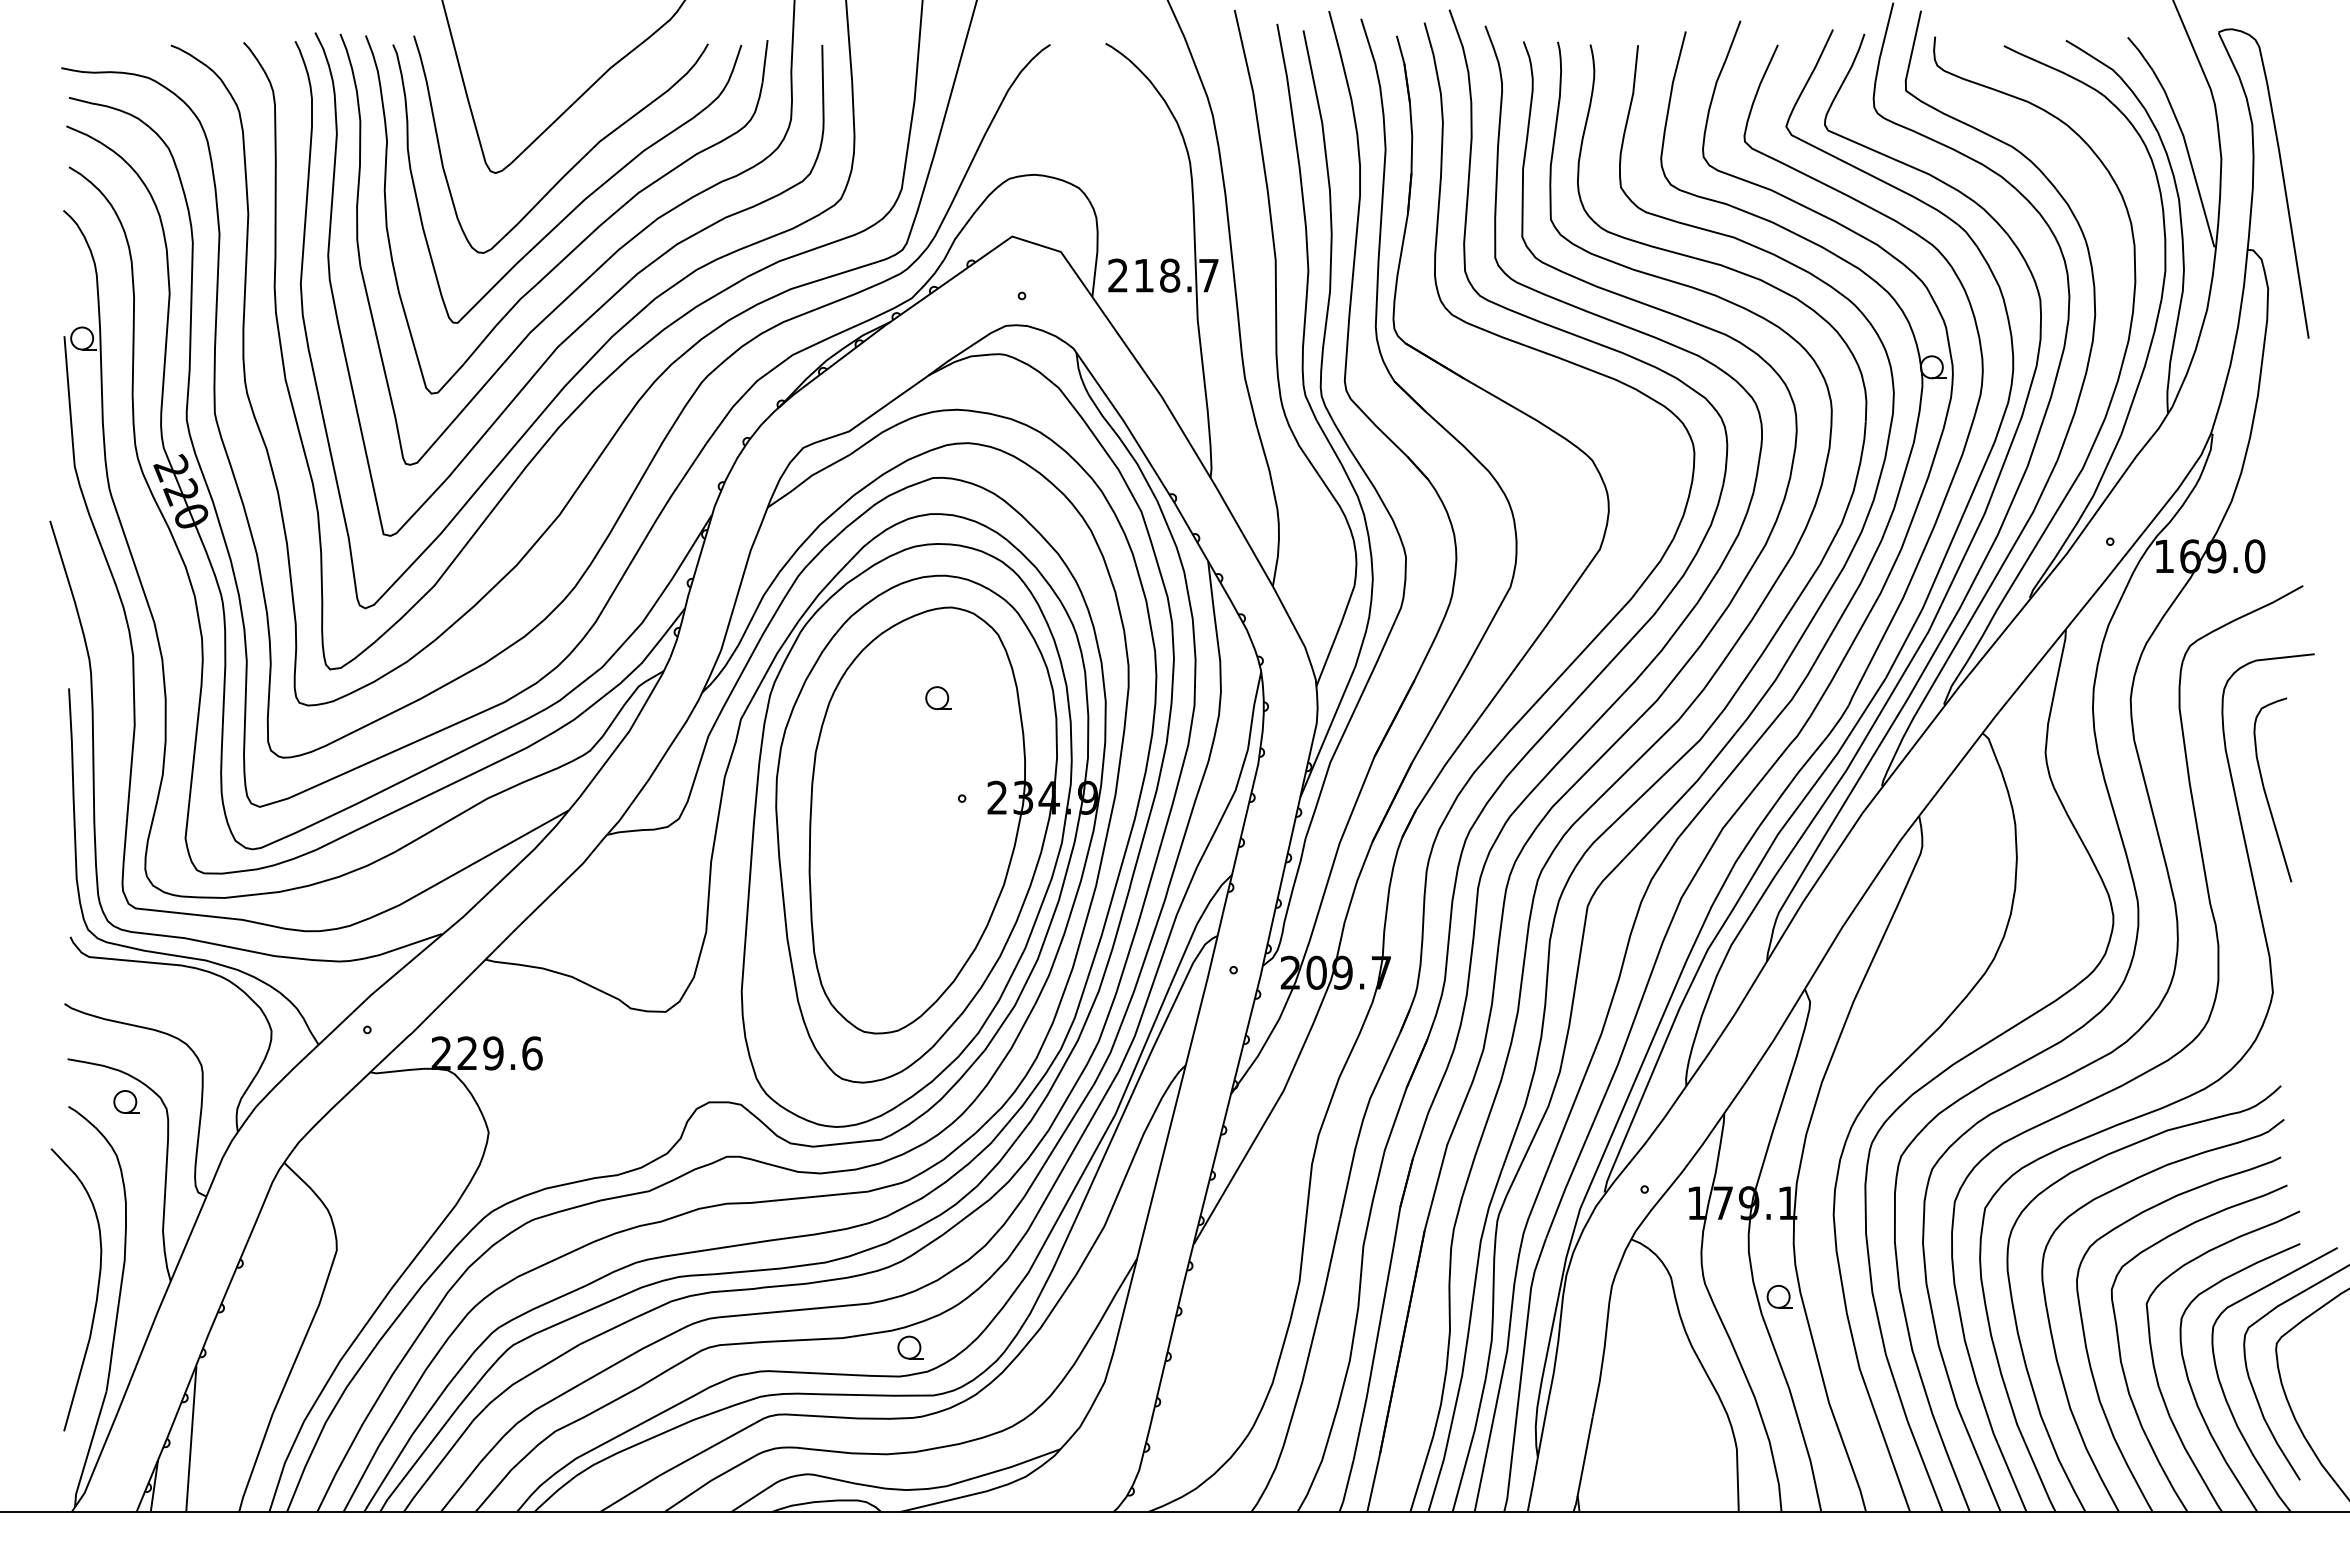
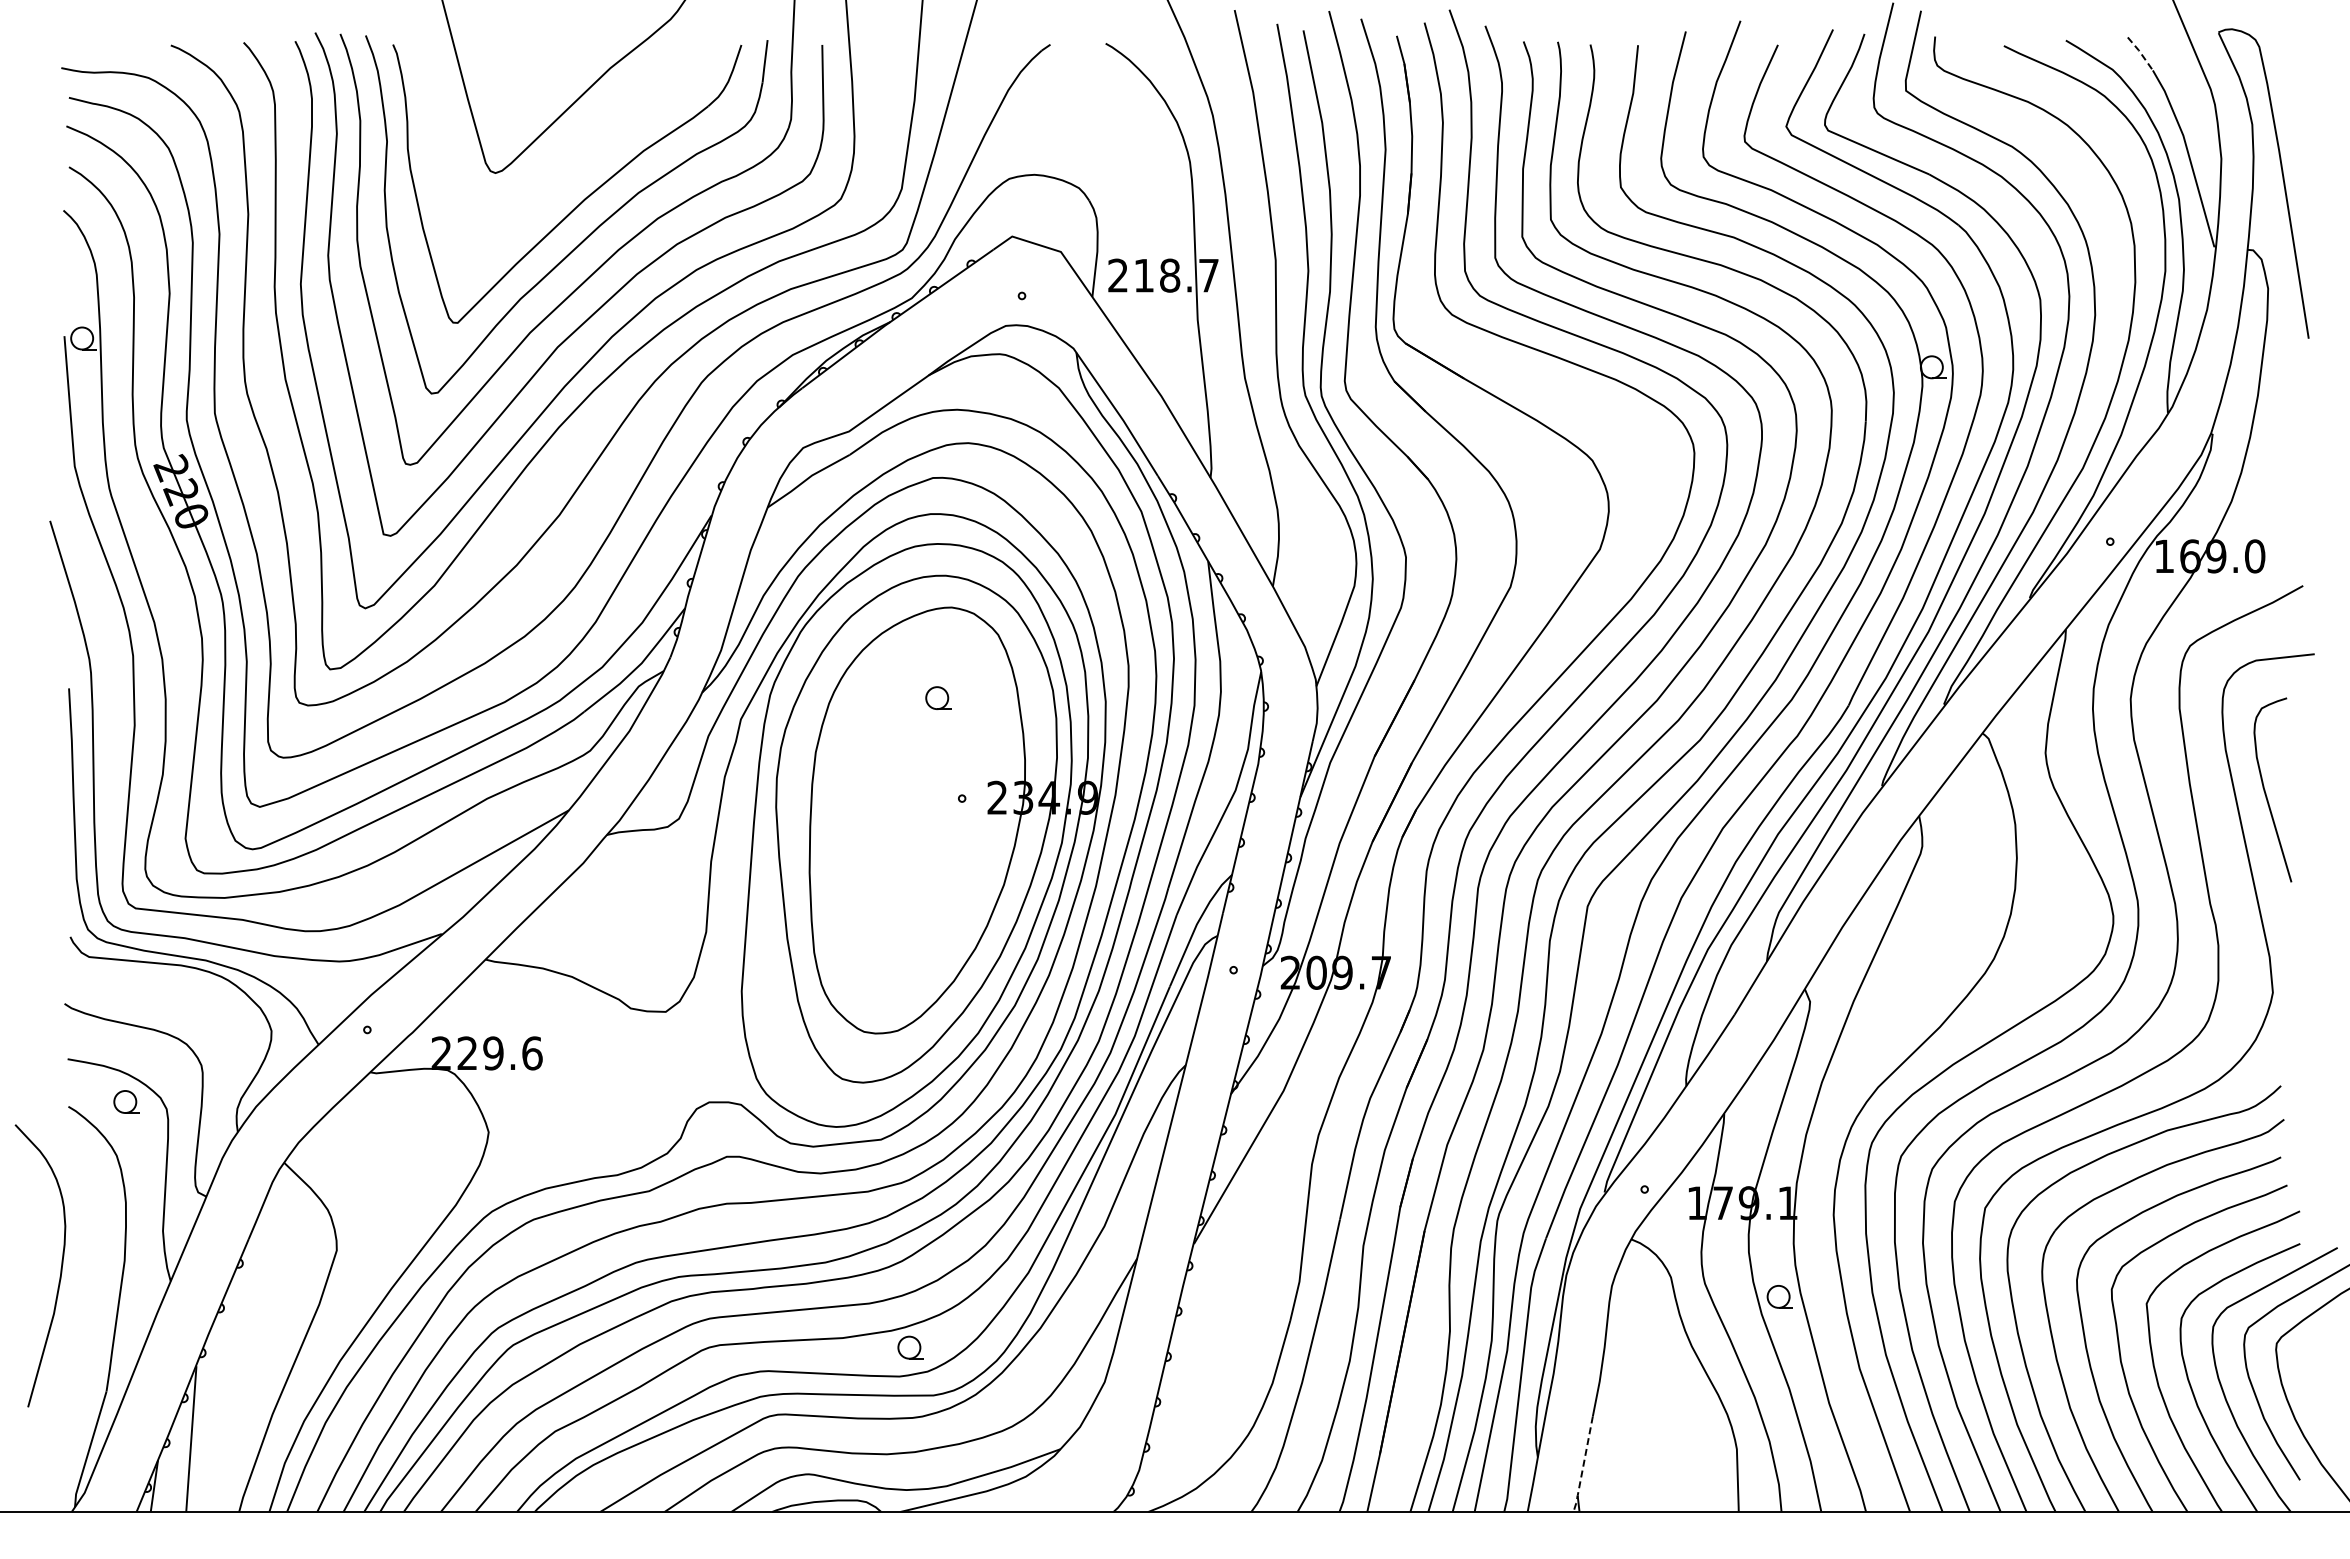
line at (2141, 53): solid -> dashed
curve at (577, 161): present -> none
curve at (96, 1292) position: (96, 1292) -> (60, 1268)
line at (1583, 1466): solid -> dashed
